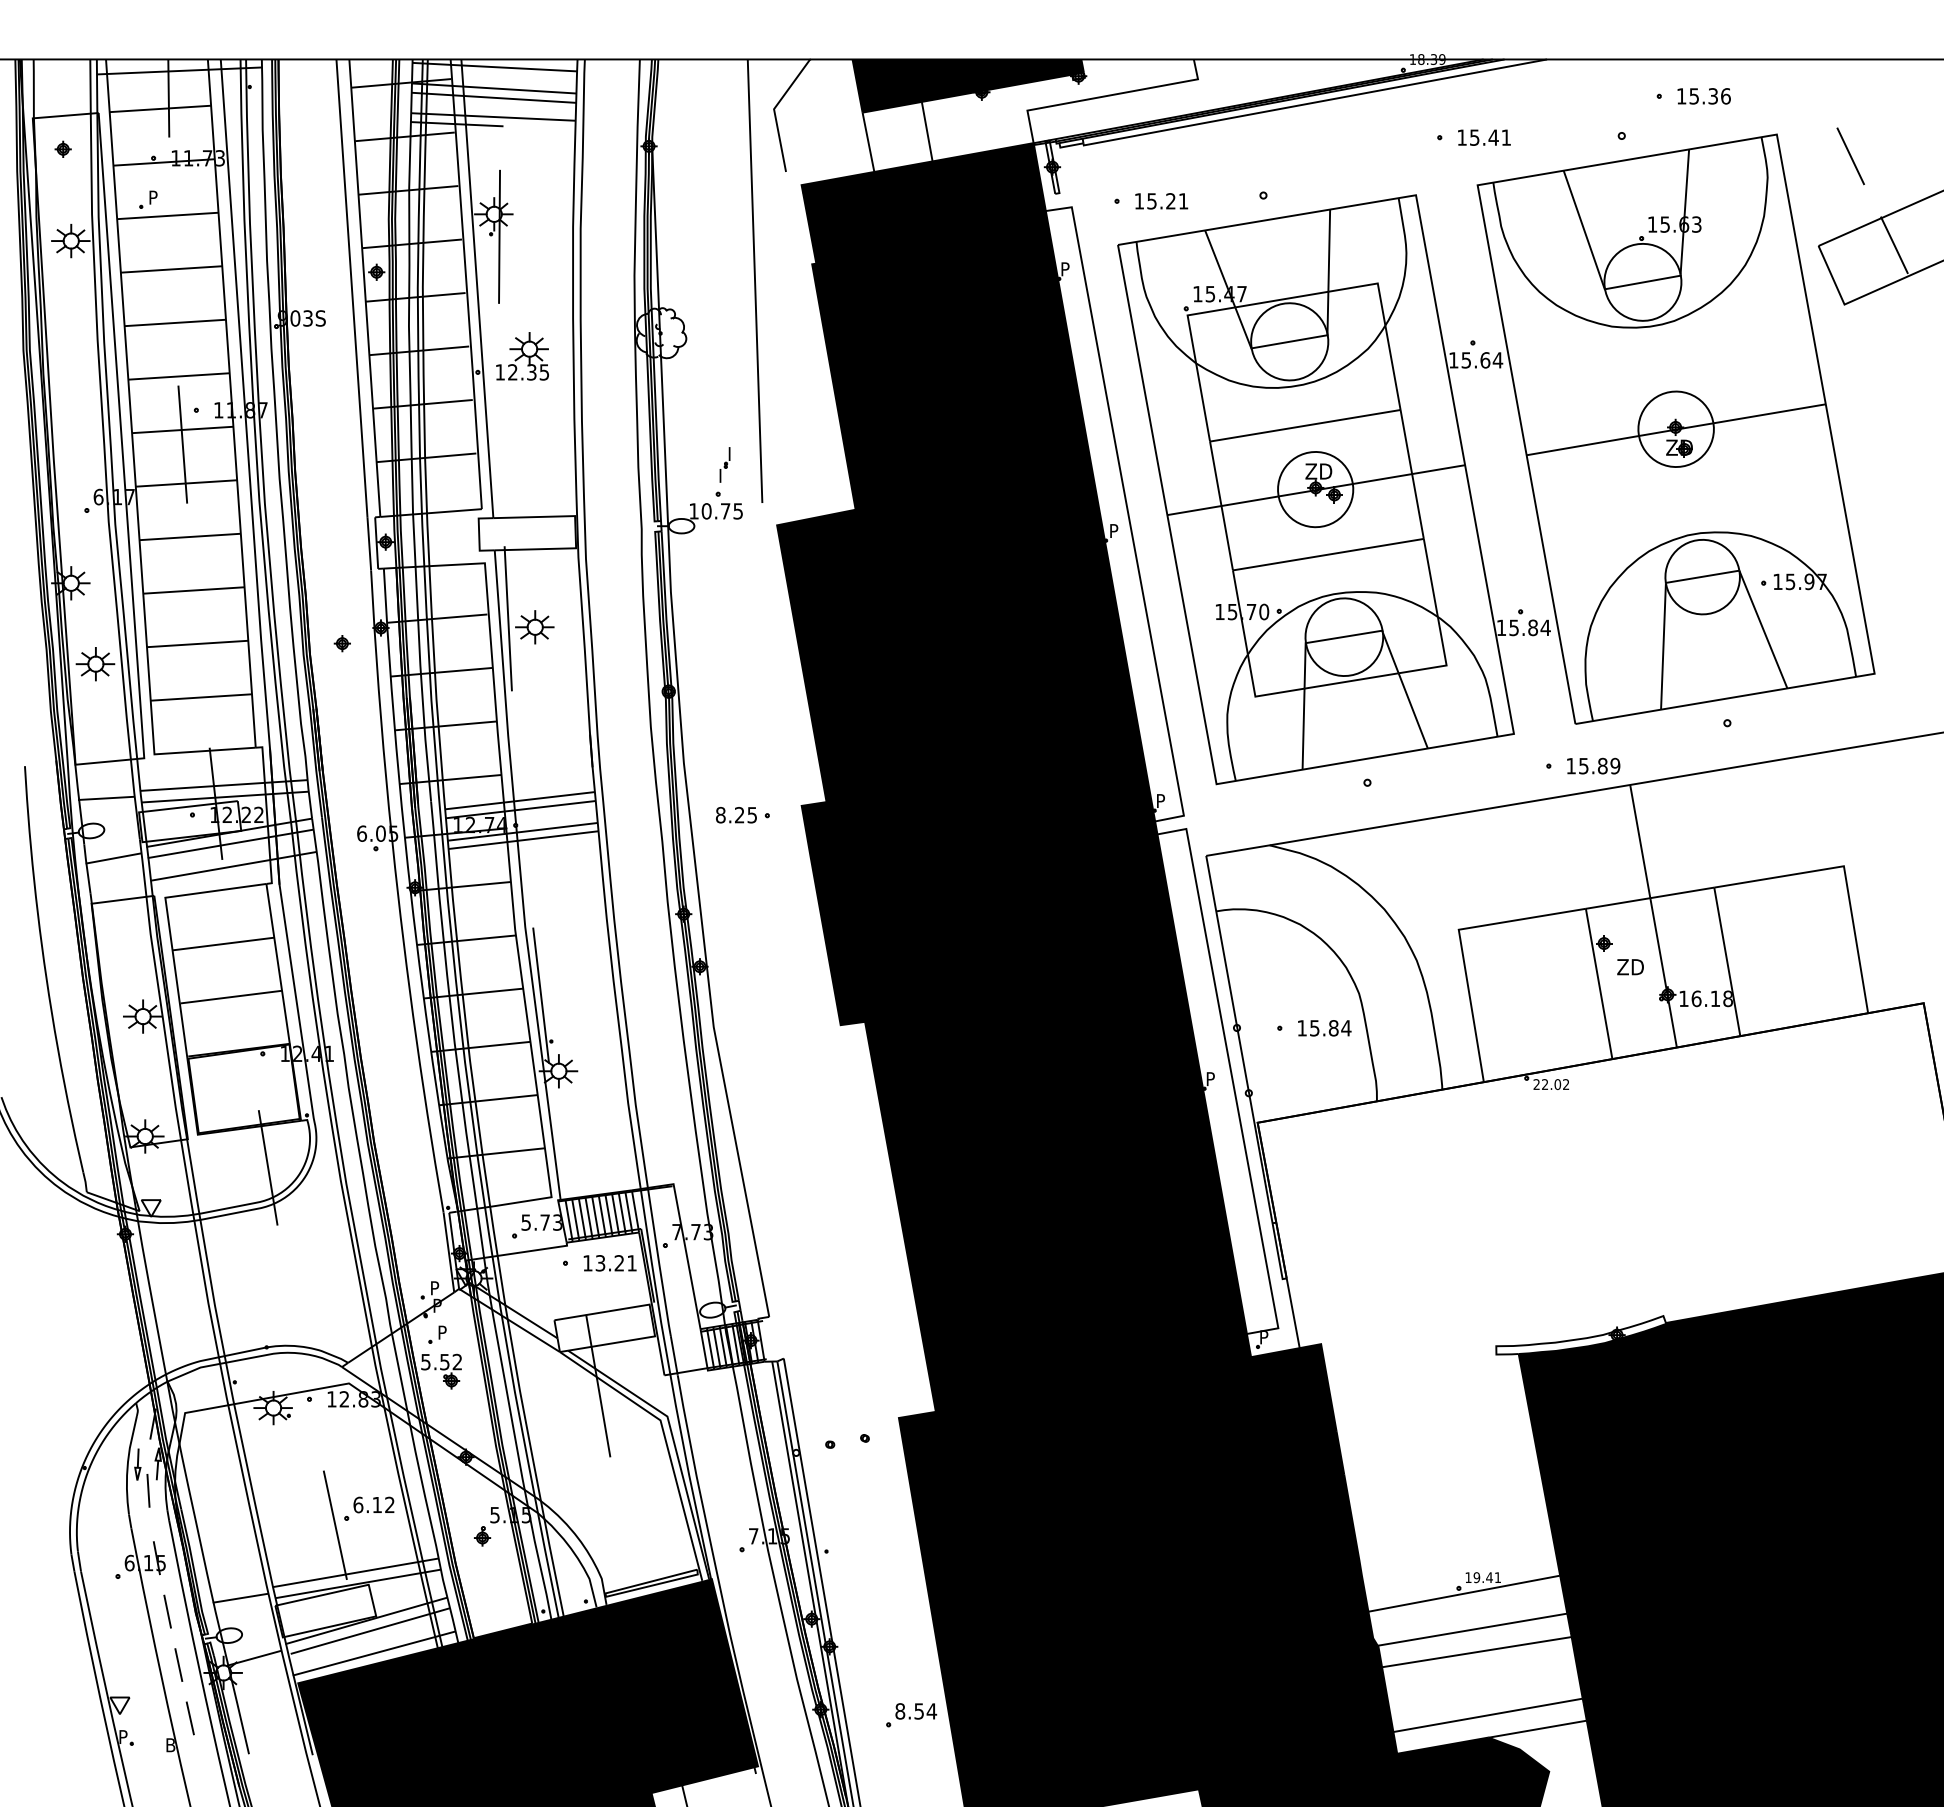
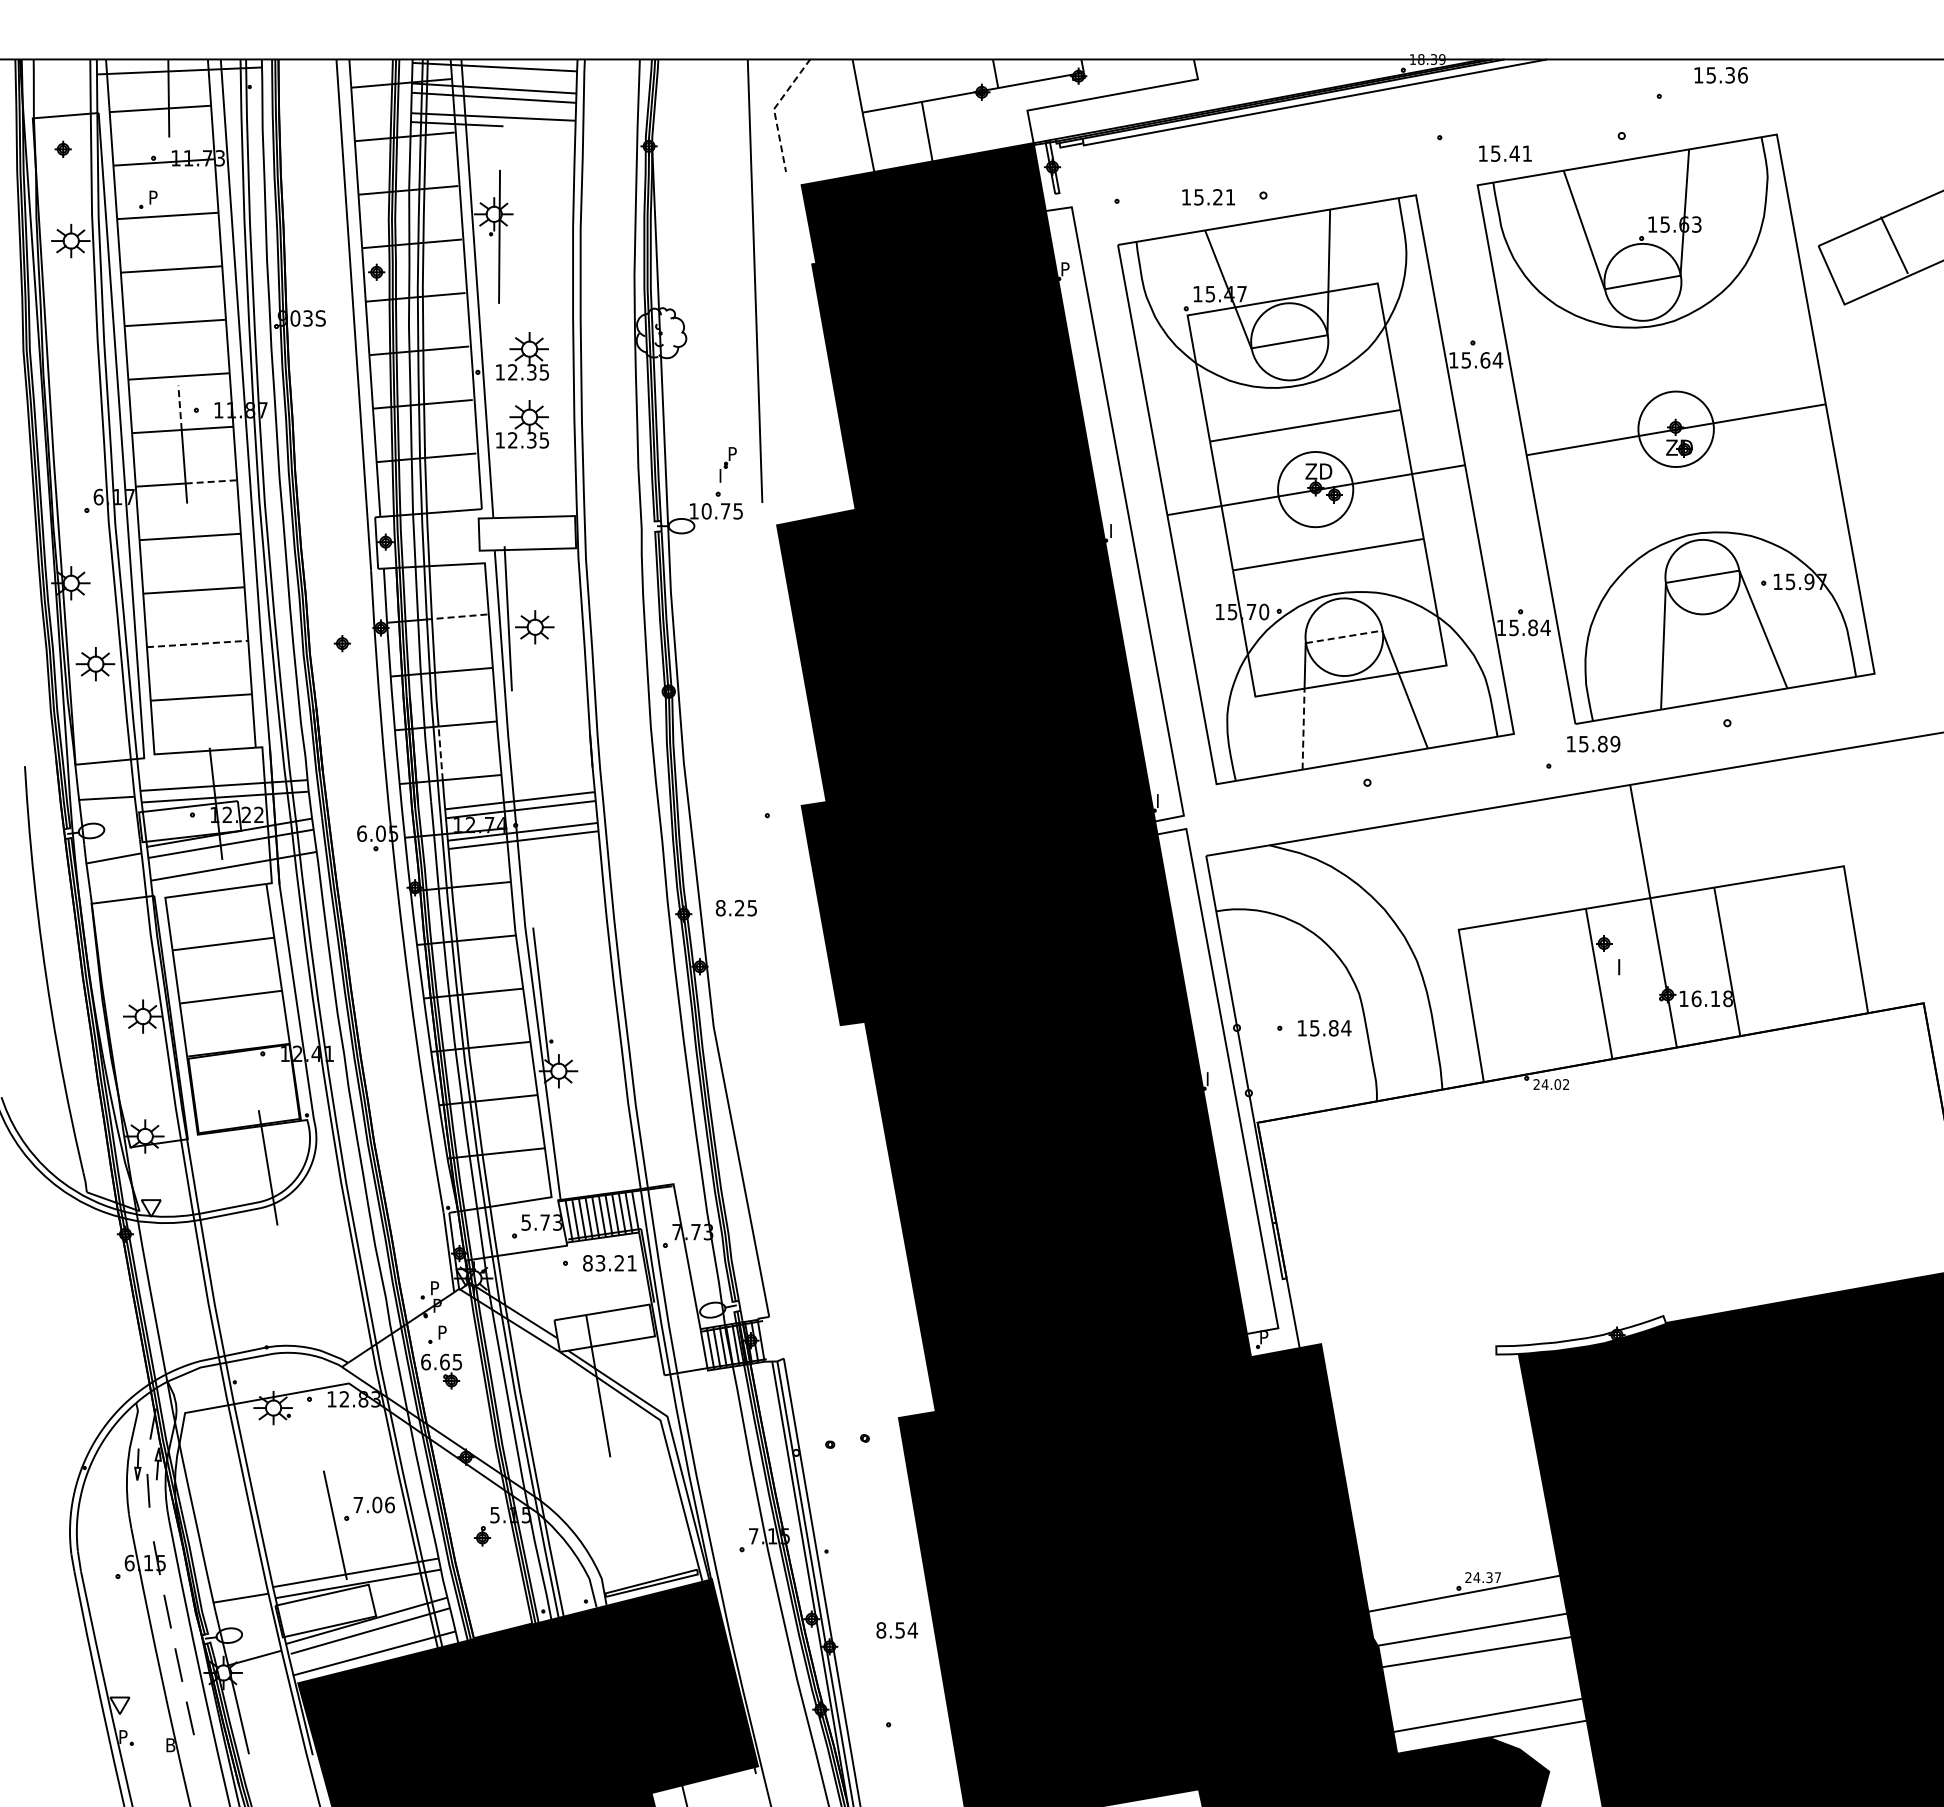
fill at (967, 85): present -> none
text at (1703, 96) position: (1703, 96) -> (1720, 75)
line at (774, 109): solid -> dashed
text at (1484, 137) position: (1484, 137) -> (1505, 153)
line at (1850, 156): present -> none
text at (1161, 201) position: (1161, 201) -> (1208, 197)
line at (180, 407): solid -> dashed
part at (522, 424): none -> present
text at (733, 451): I -> P
line at (211, 481): solid -> dashed
text at (1115, 528): P -> I
line at (459, 616): solid -> dashed
line at (1345, 636): solid -> dashed
line at (197, 643): solid -> dashed
line at (1303, 729): solid -> dashed
line at (440, 753): solid -> dashed
text at (1593, 765) position: (1593, 765) -> (1593, 743)
text at (1161, 798): P -> I
text at (736, 815) position: (736, 815) -> (736, 908)
text at (1630, 967): ZD -> I
text at (1211, 1076): P -> I
text at (1544, 1084): 22.02 -> 24.02
text at (587, 1263): 13.21 -> 83.21
text at (441, 1361): 5.52 -> 6.65
text at (373, 1504): 6.12 -> 7.06
text at (1482, 1577): 19.41 -> 24.37
text at (916, 1711) position: (916, 1711) -> (897, 1630)
